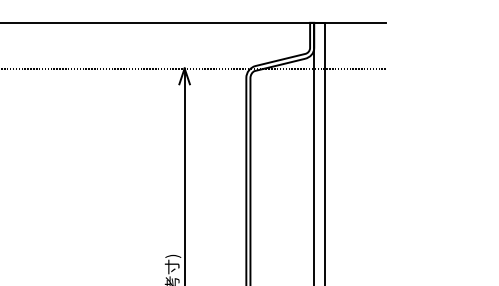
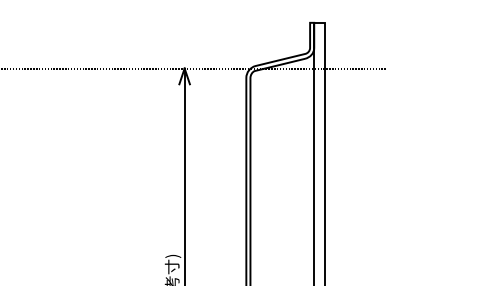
line at (194, 22): present -> none
